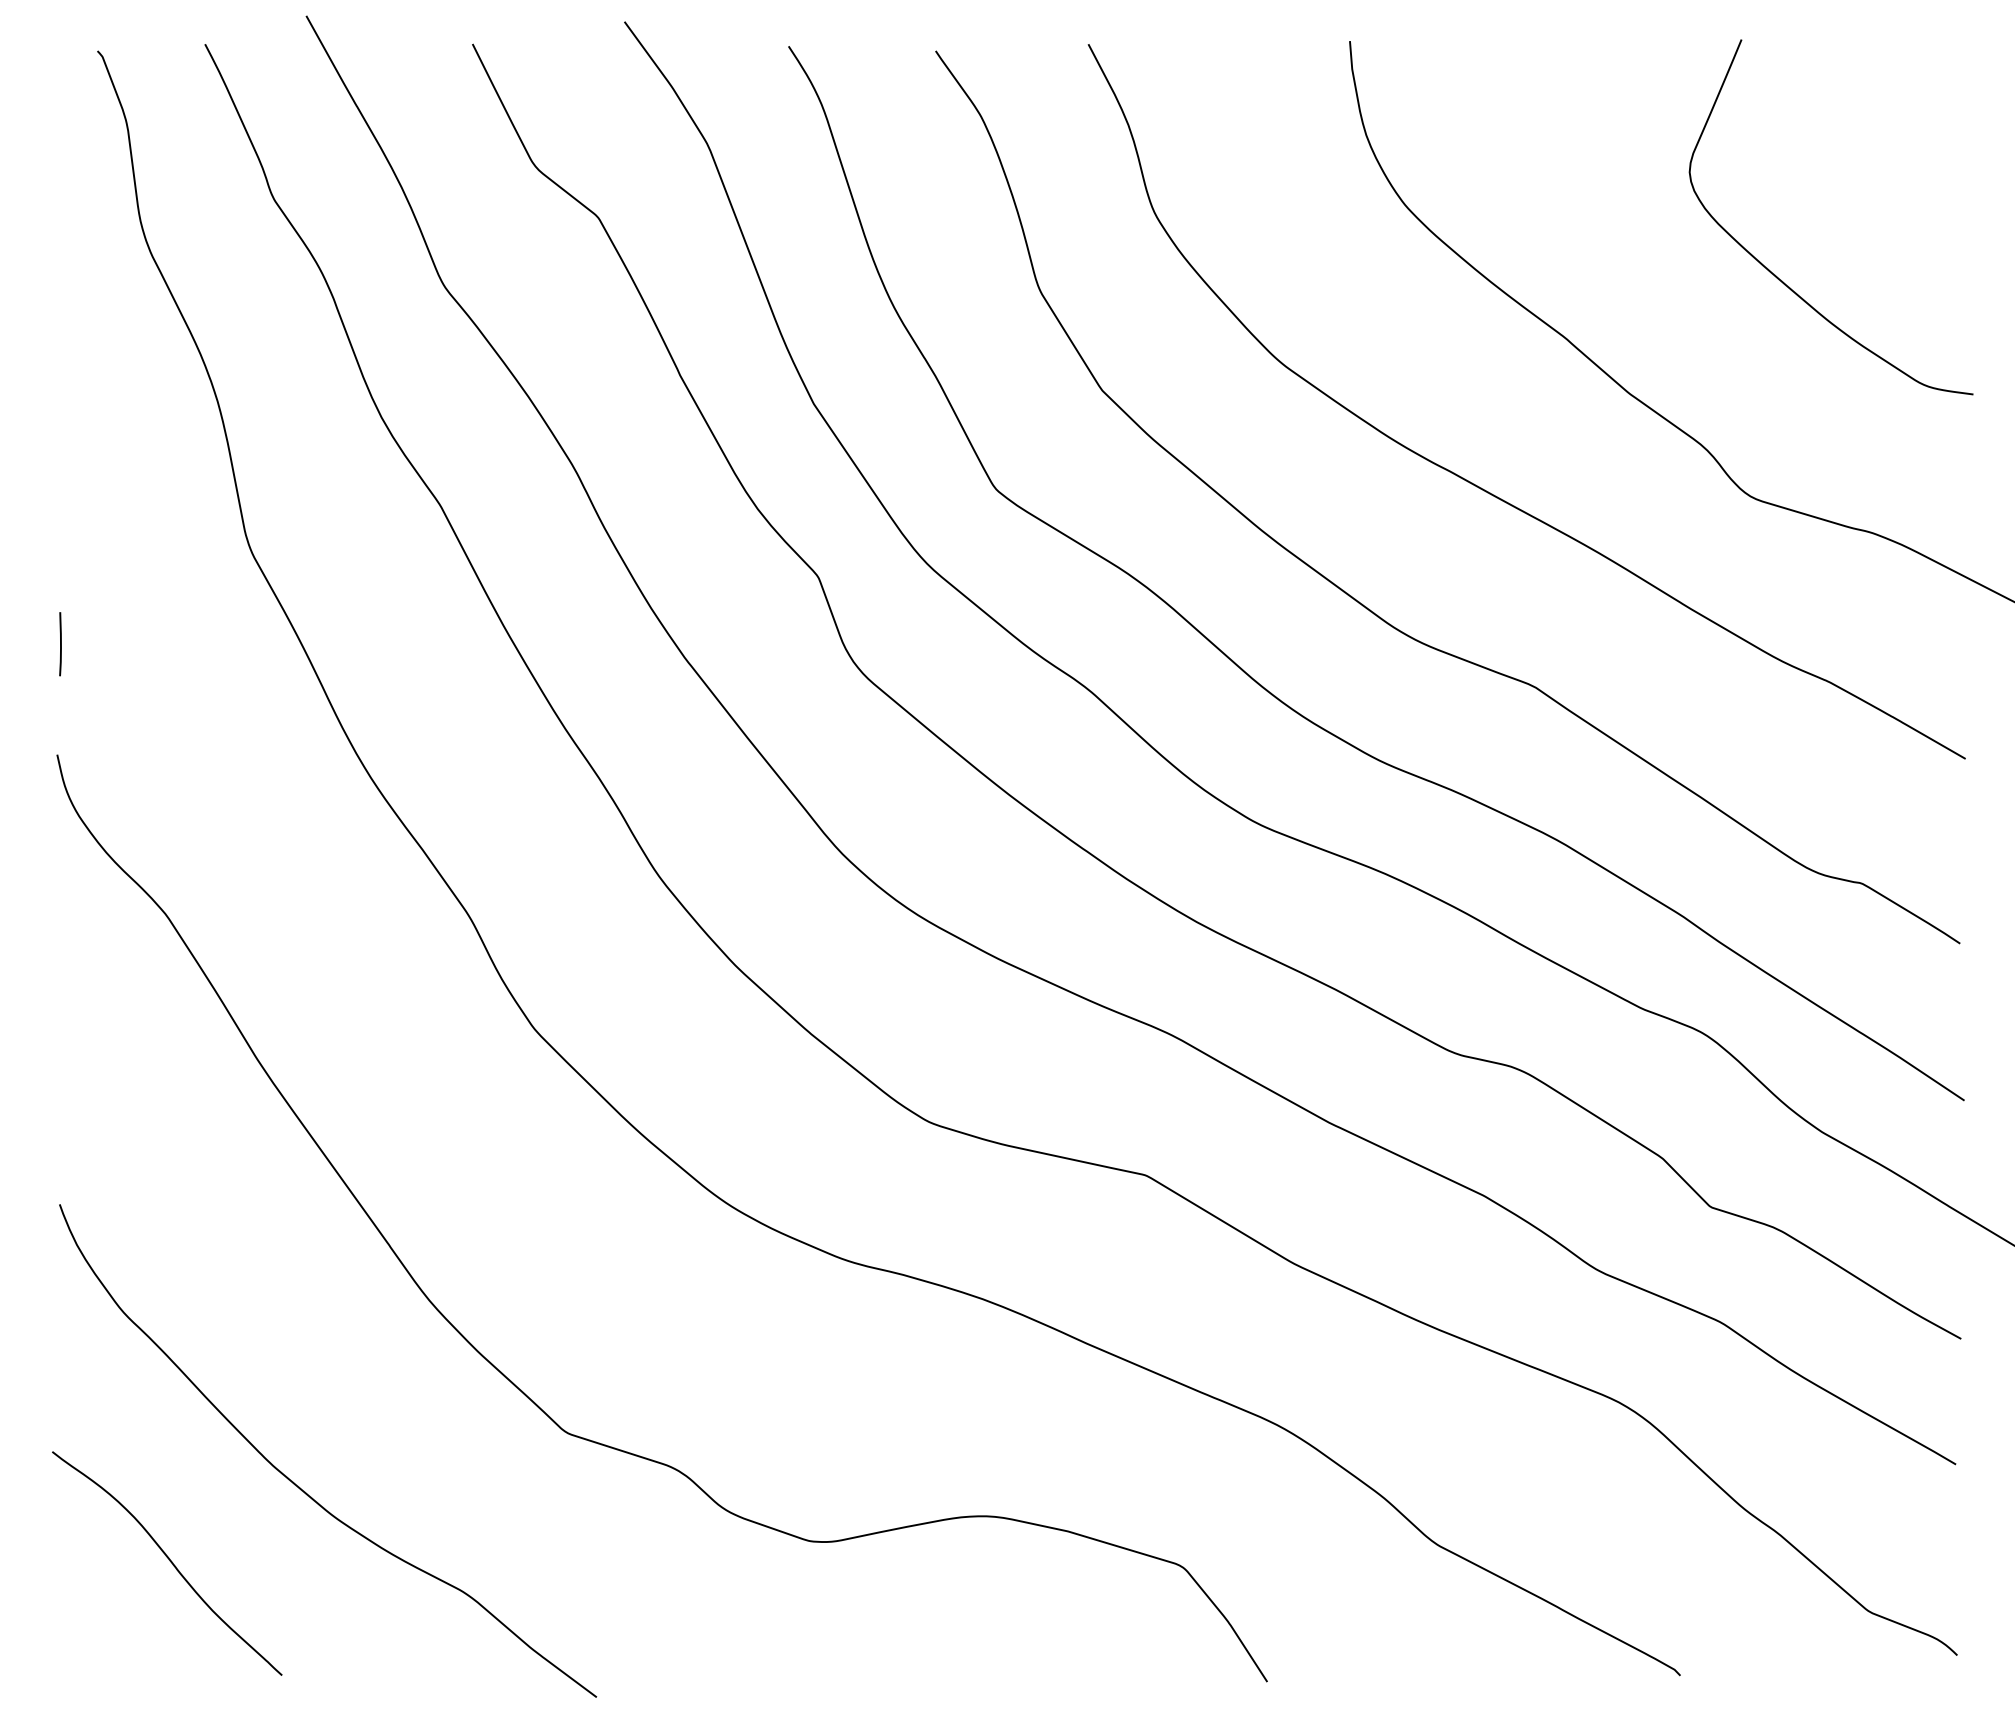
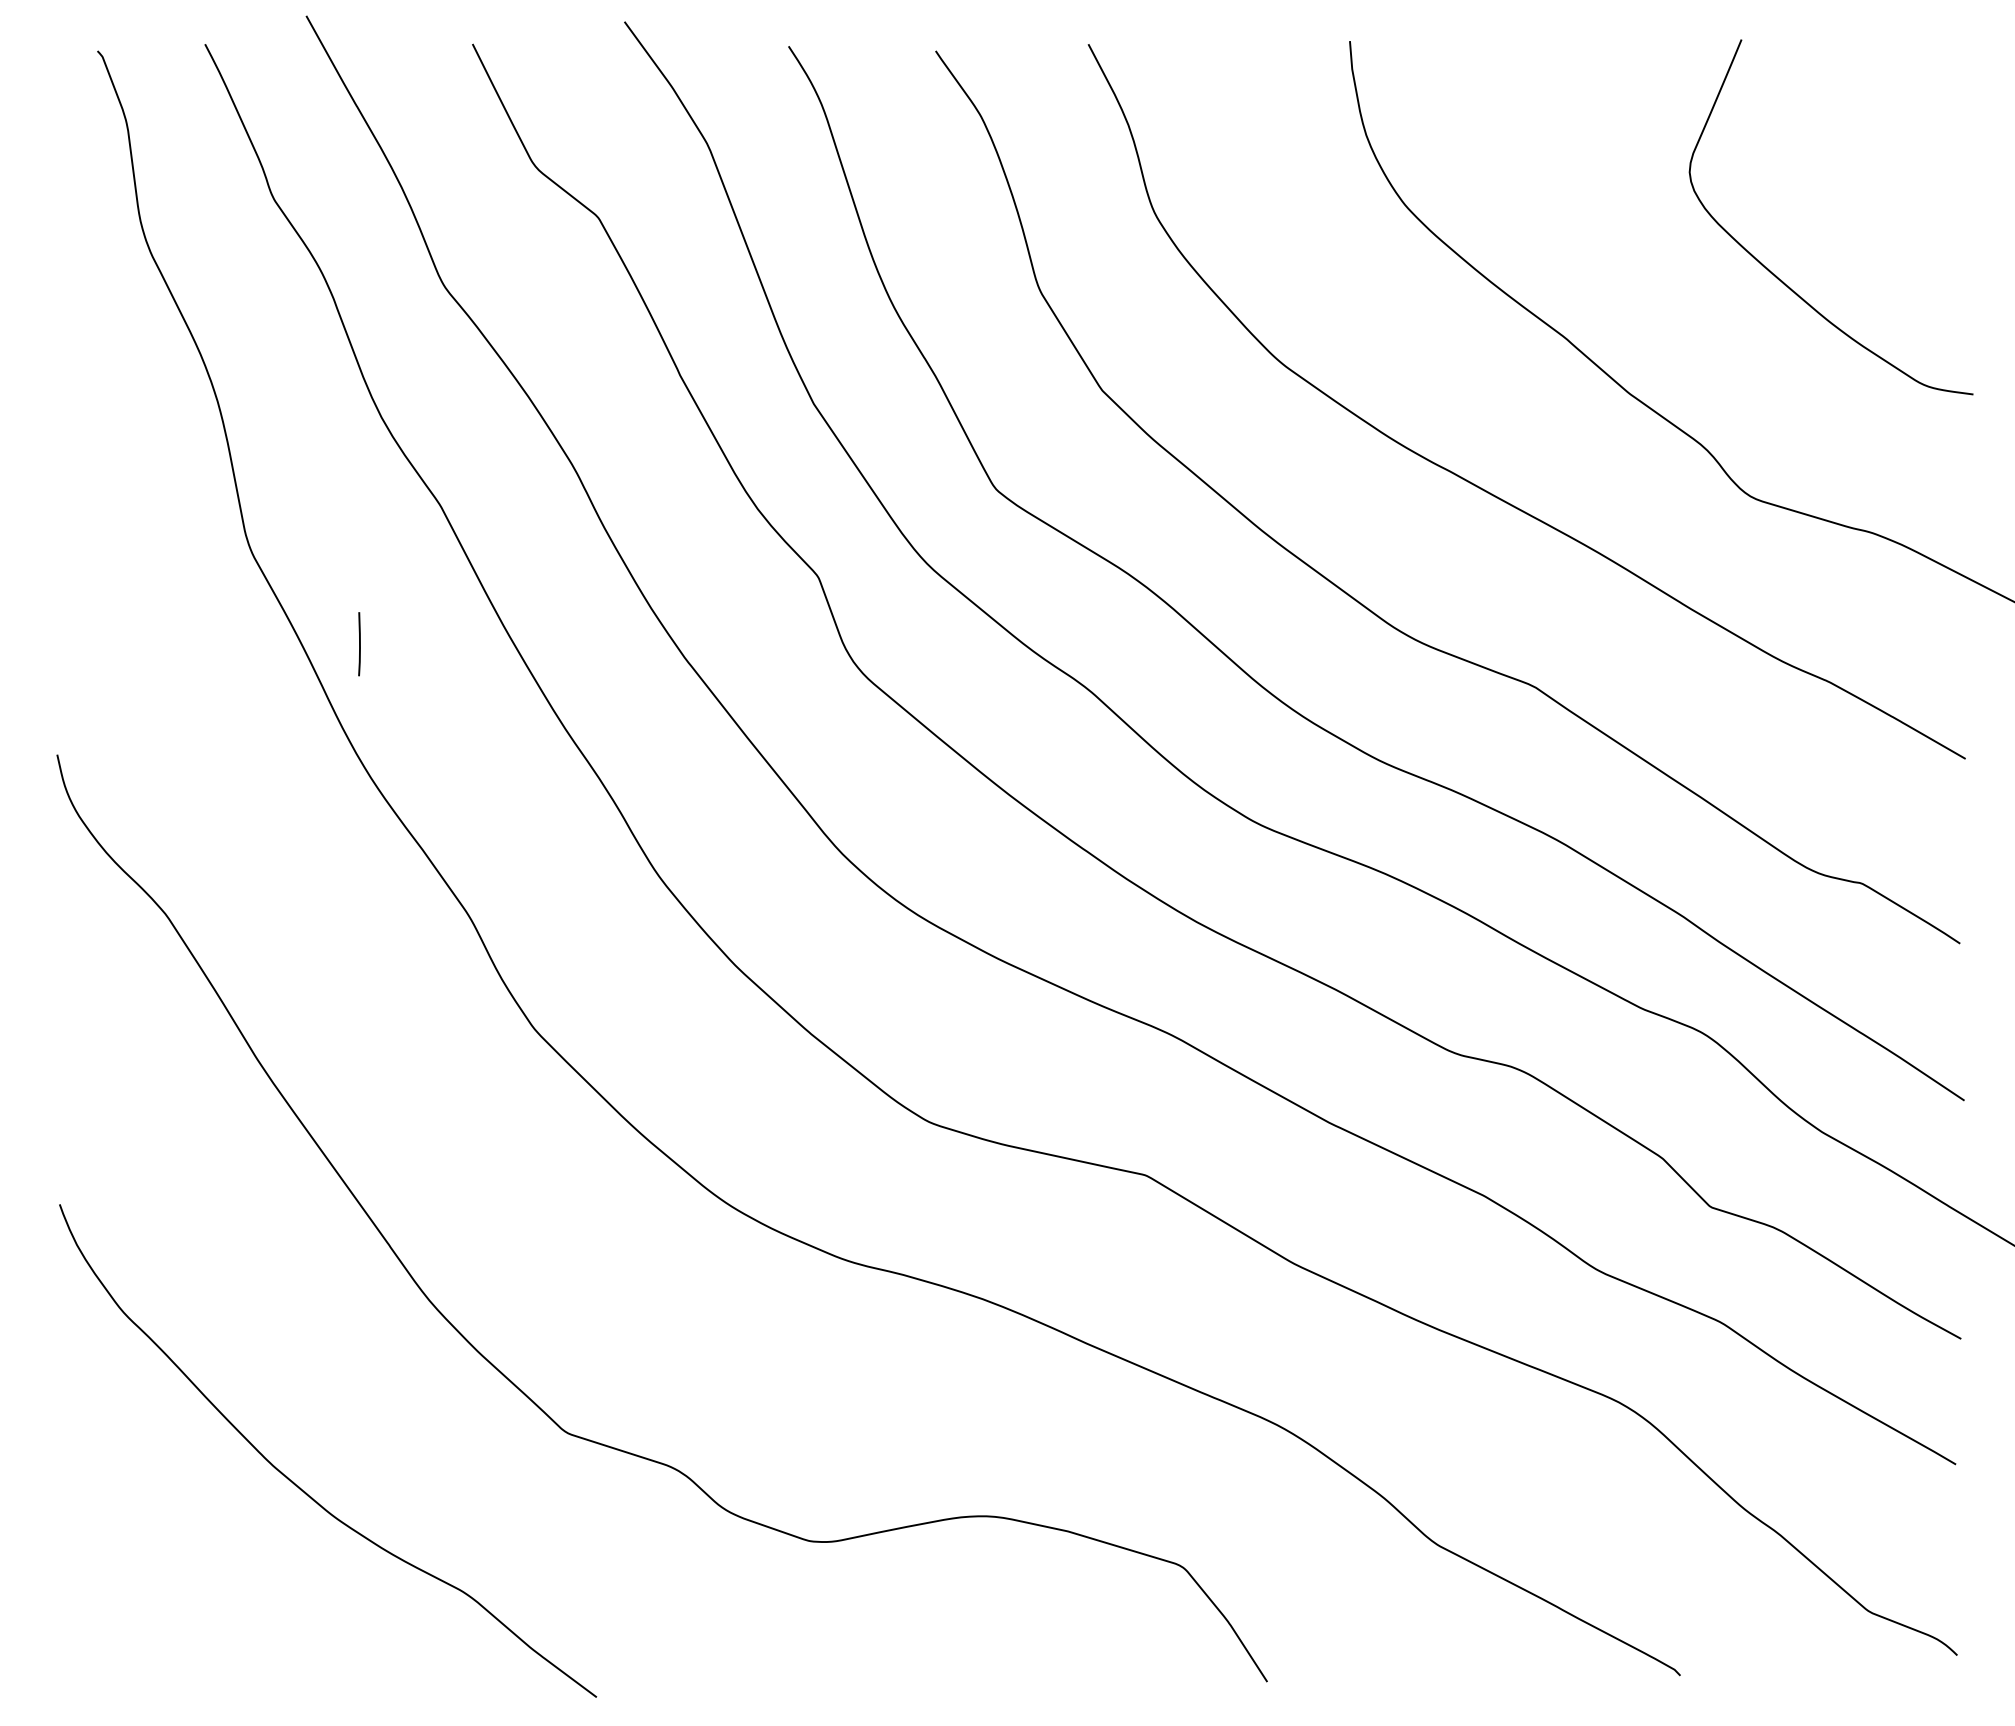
line at (60, 644) position: (60, 644) -> (359, 644)
curve at (169, 1561): present -> none
